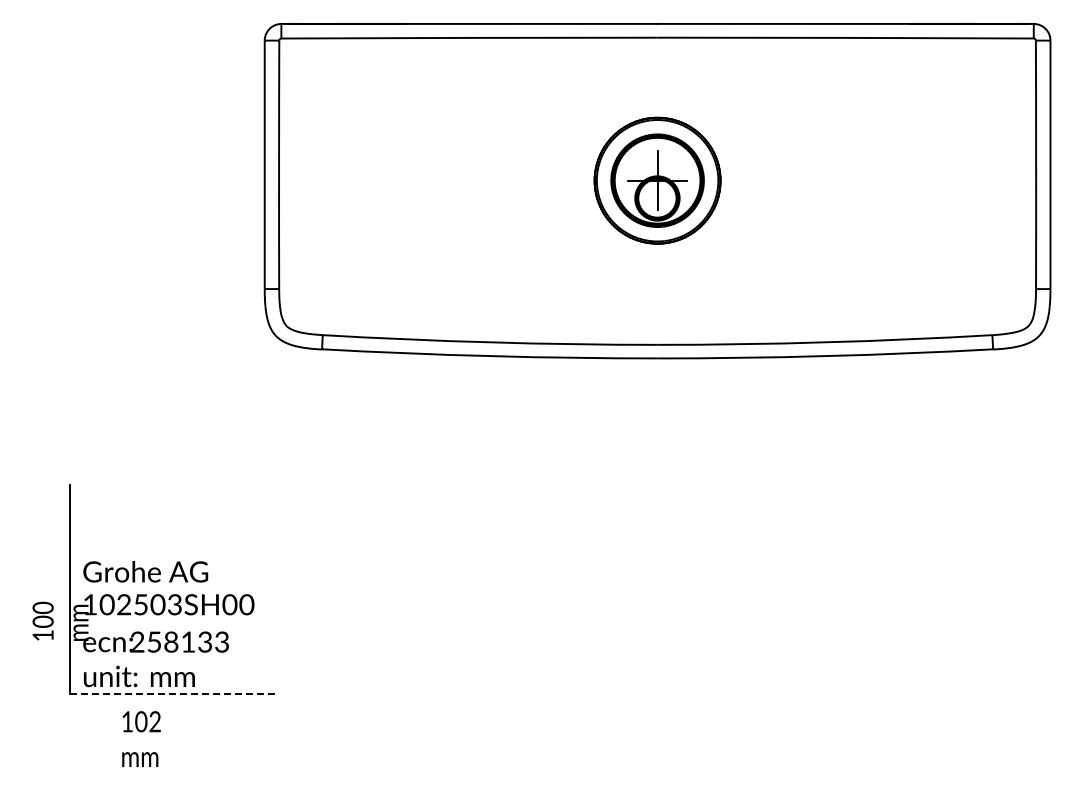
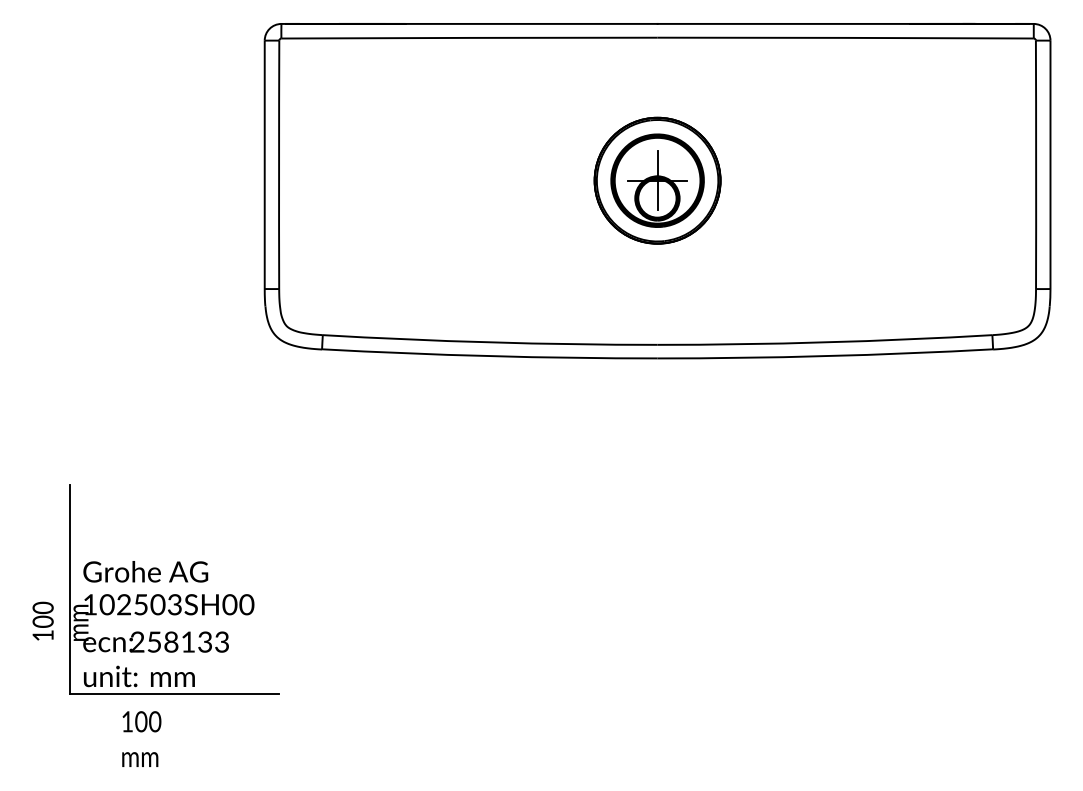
line at (174, 694): dashed -> solid
text at (155, 721): 102 -> 100
